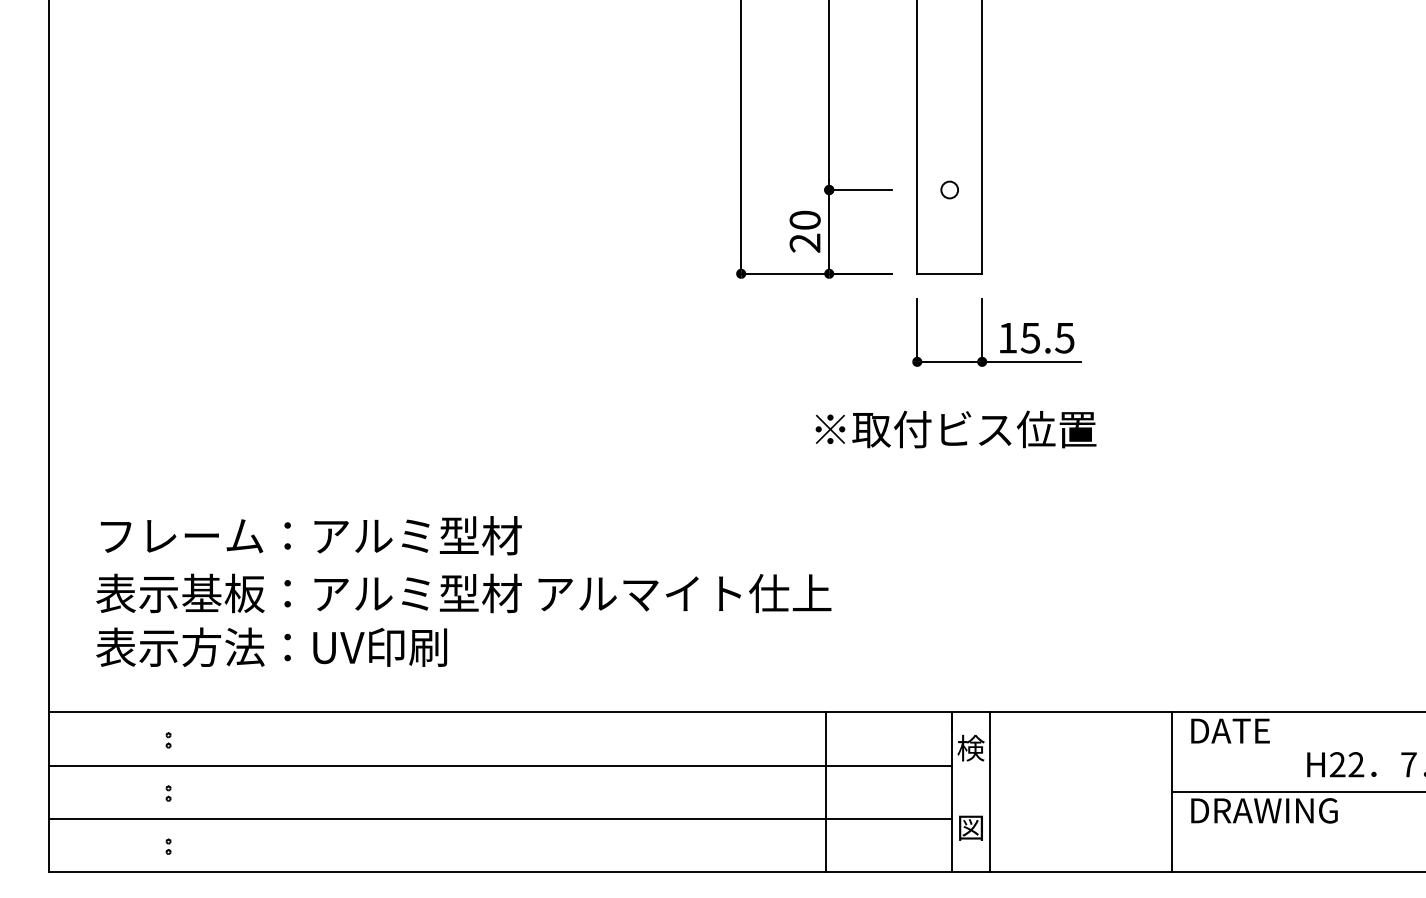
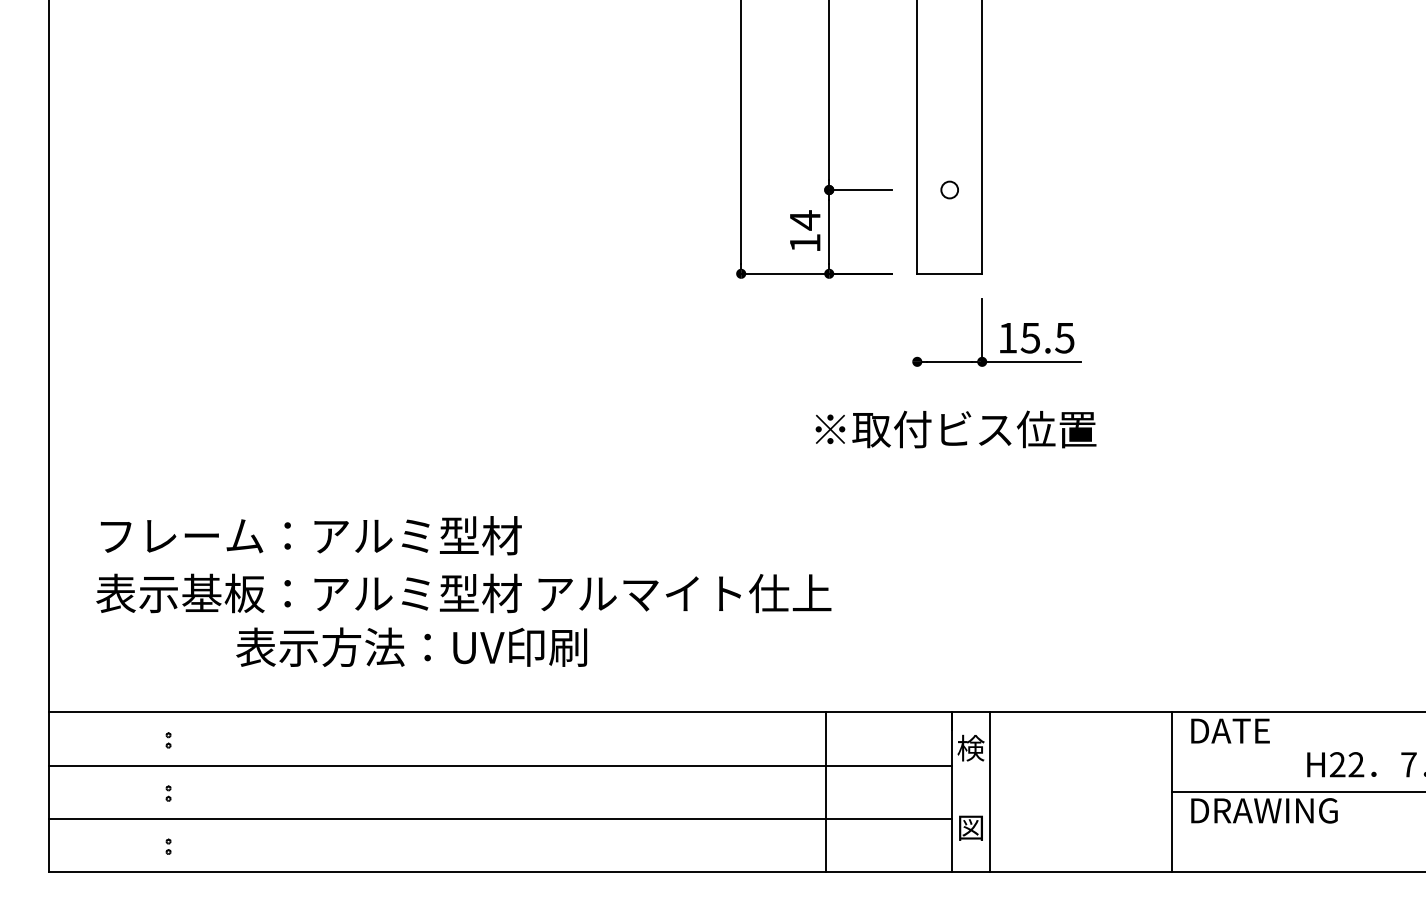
text at (804, 231): 20 -> 14
line at (917, 329): present -> none
text at (271, 646) position: (271, 646) -> (411, 646)
